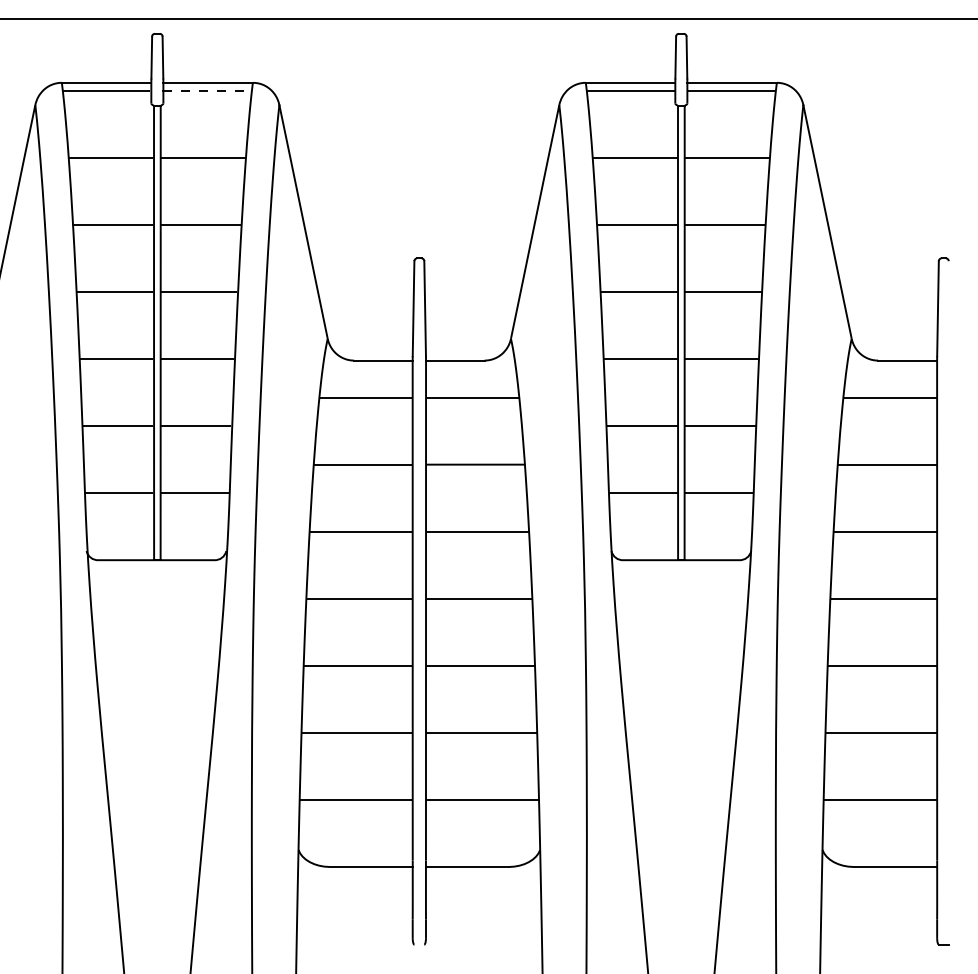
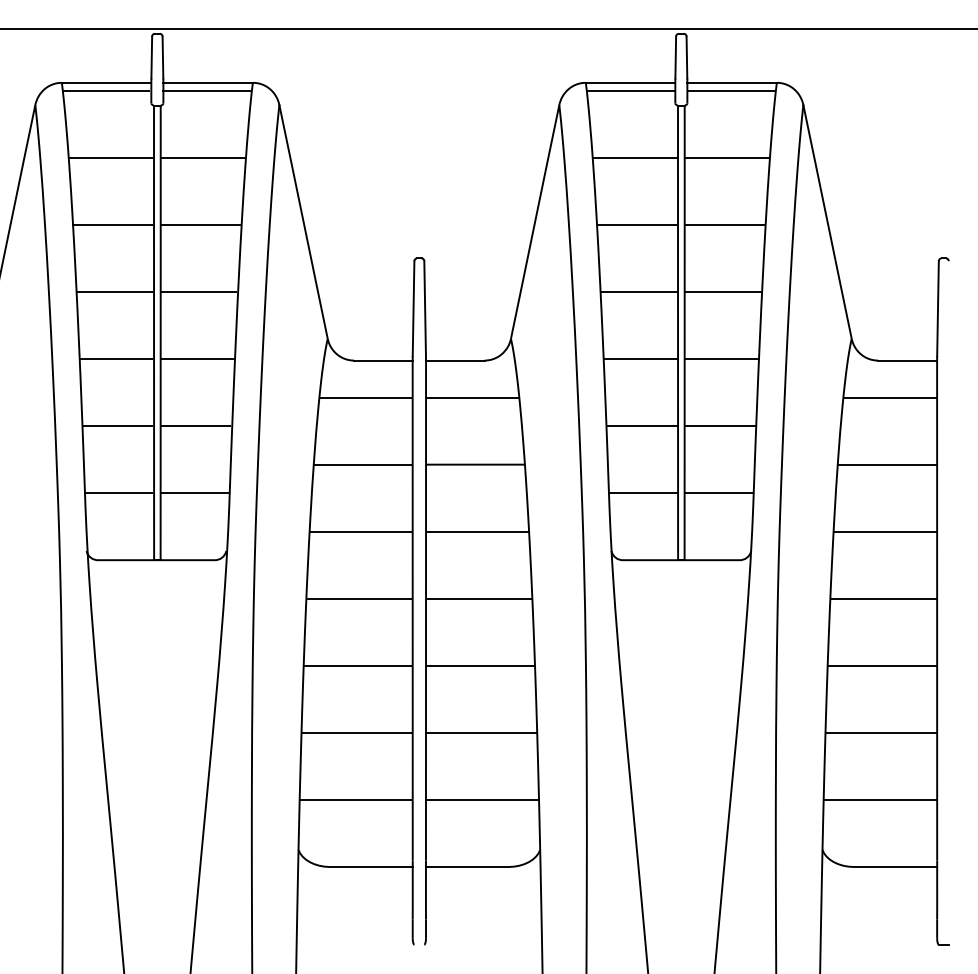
line at (488, 19) position: (488, 19) -> (488, 29)
line at (207, 90): dashed -> solid
